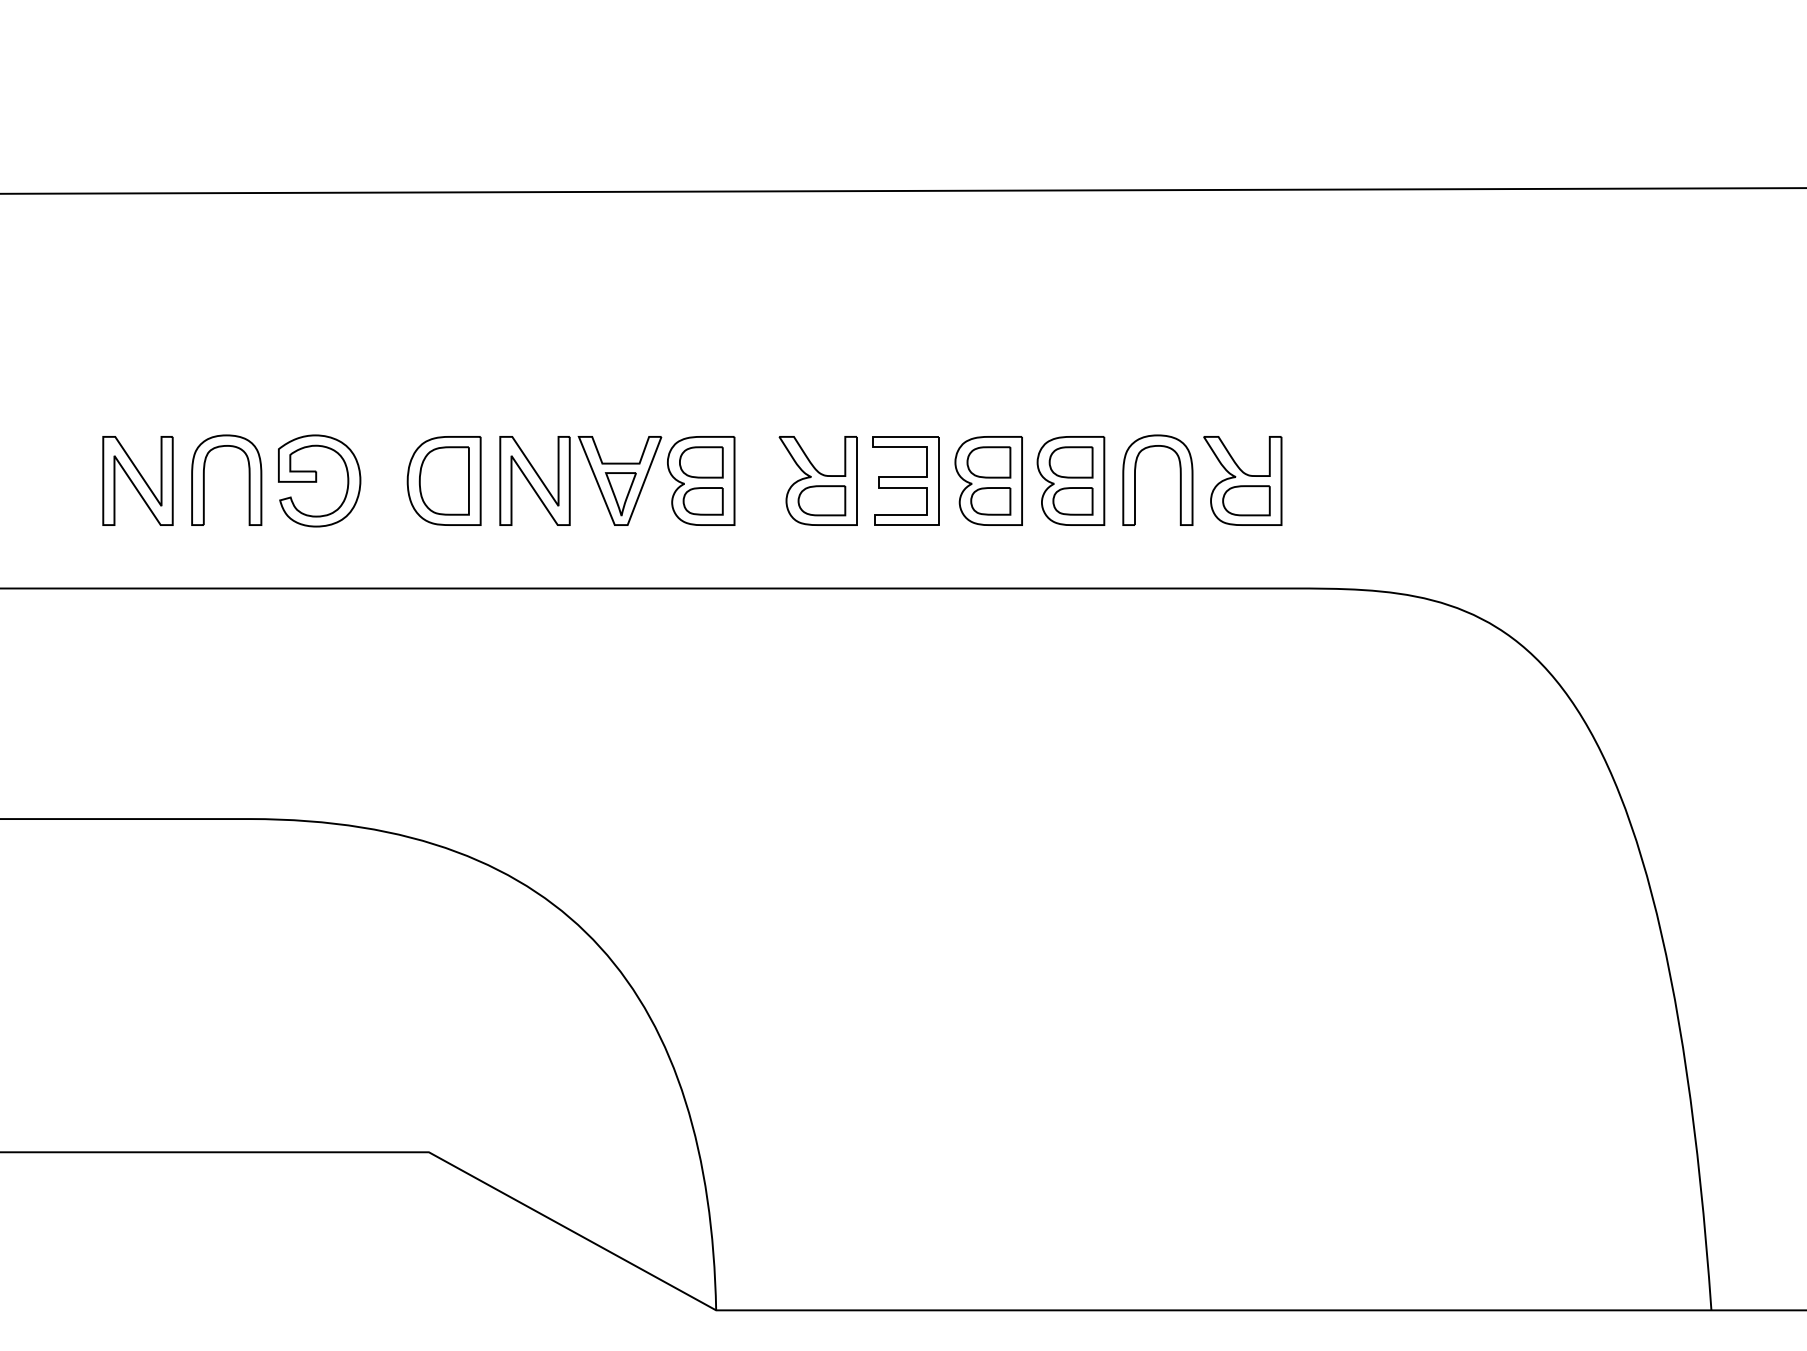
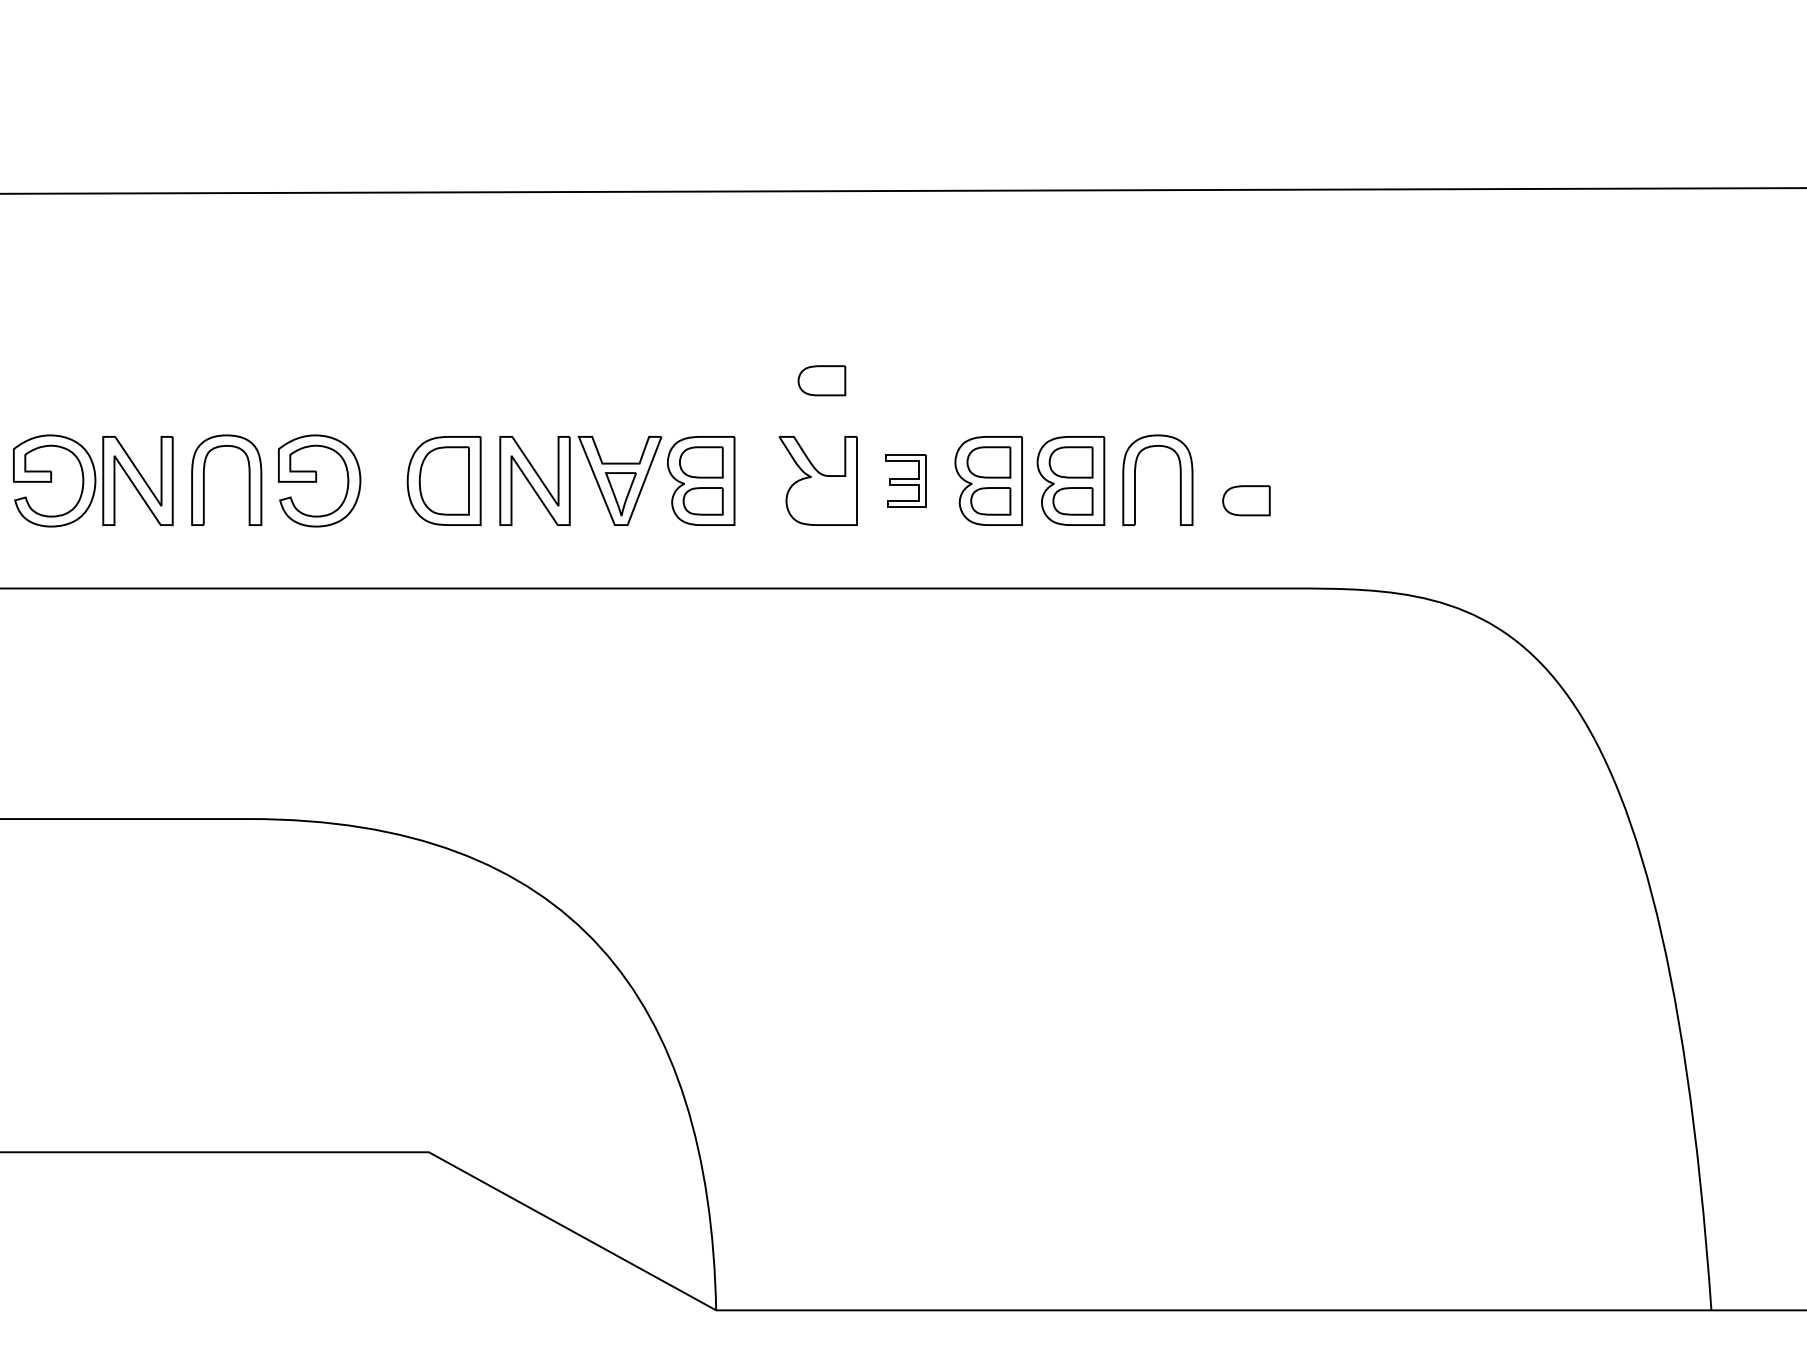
part at (54, 480): none -> present
part at (905, 480) size: 68x90 px -> 42x54 px
part at (1242, 480): present -> none
part at (821, 500) position: (821, 500) -> (821, 380)
